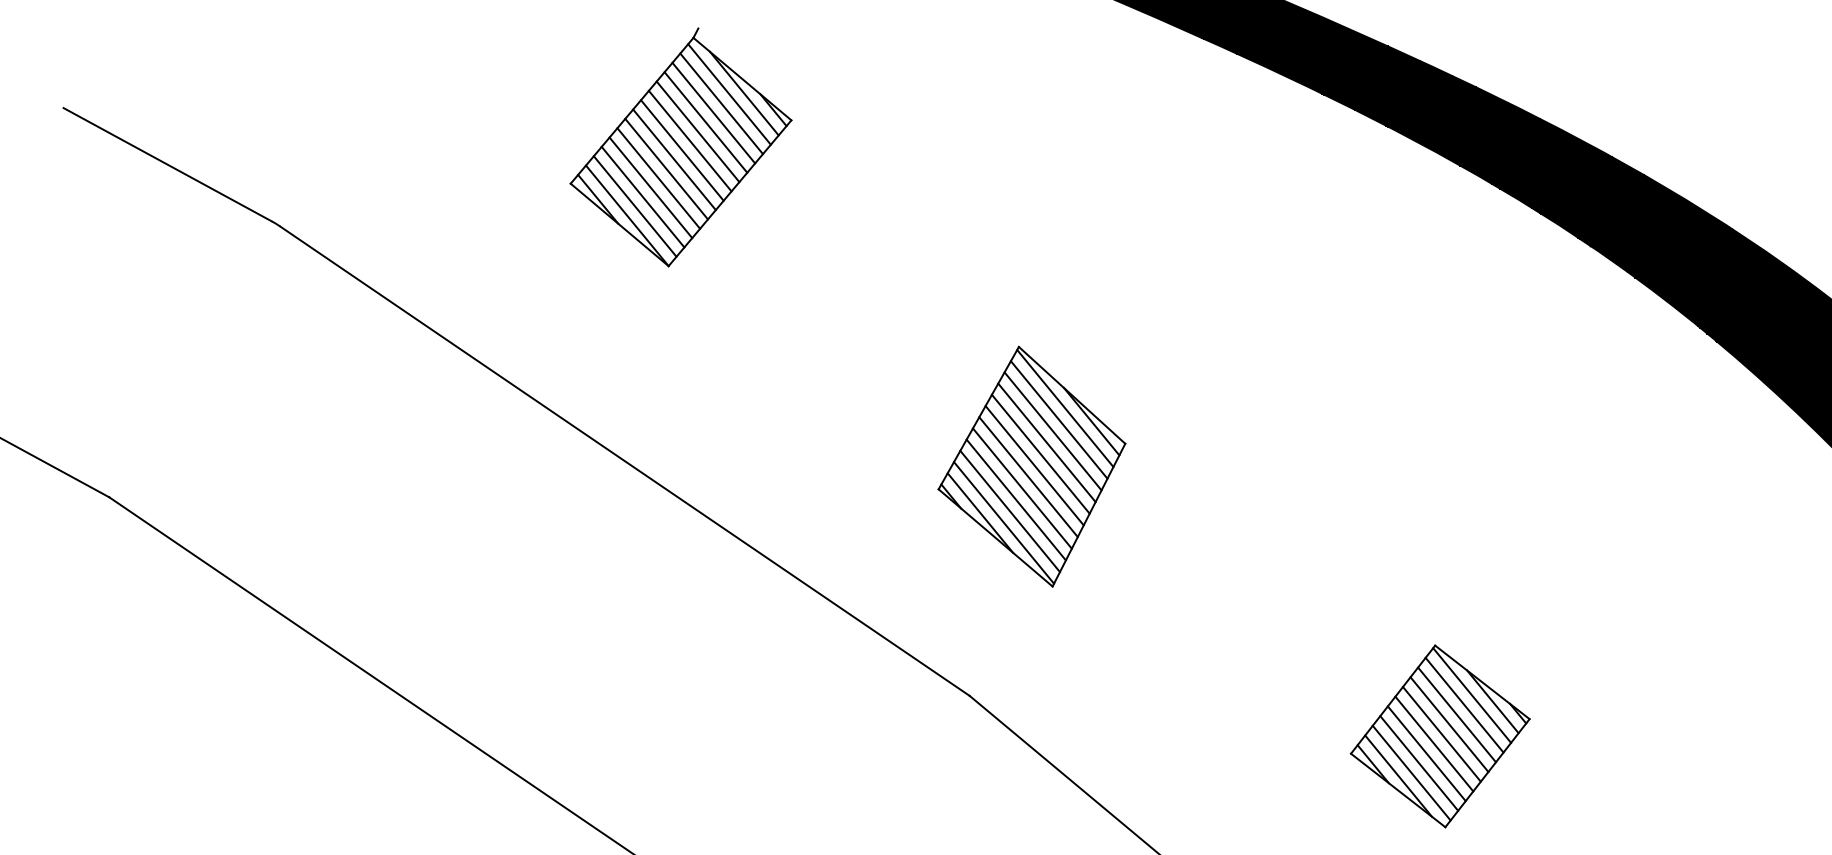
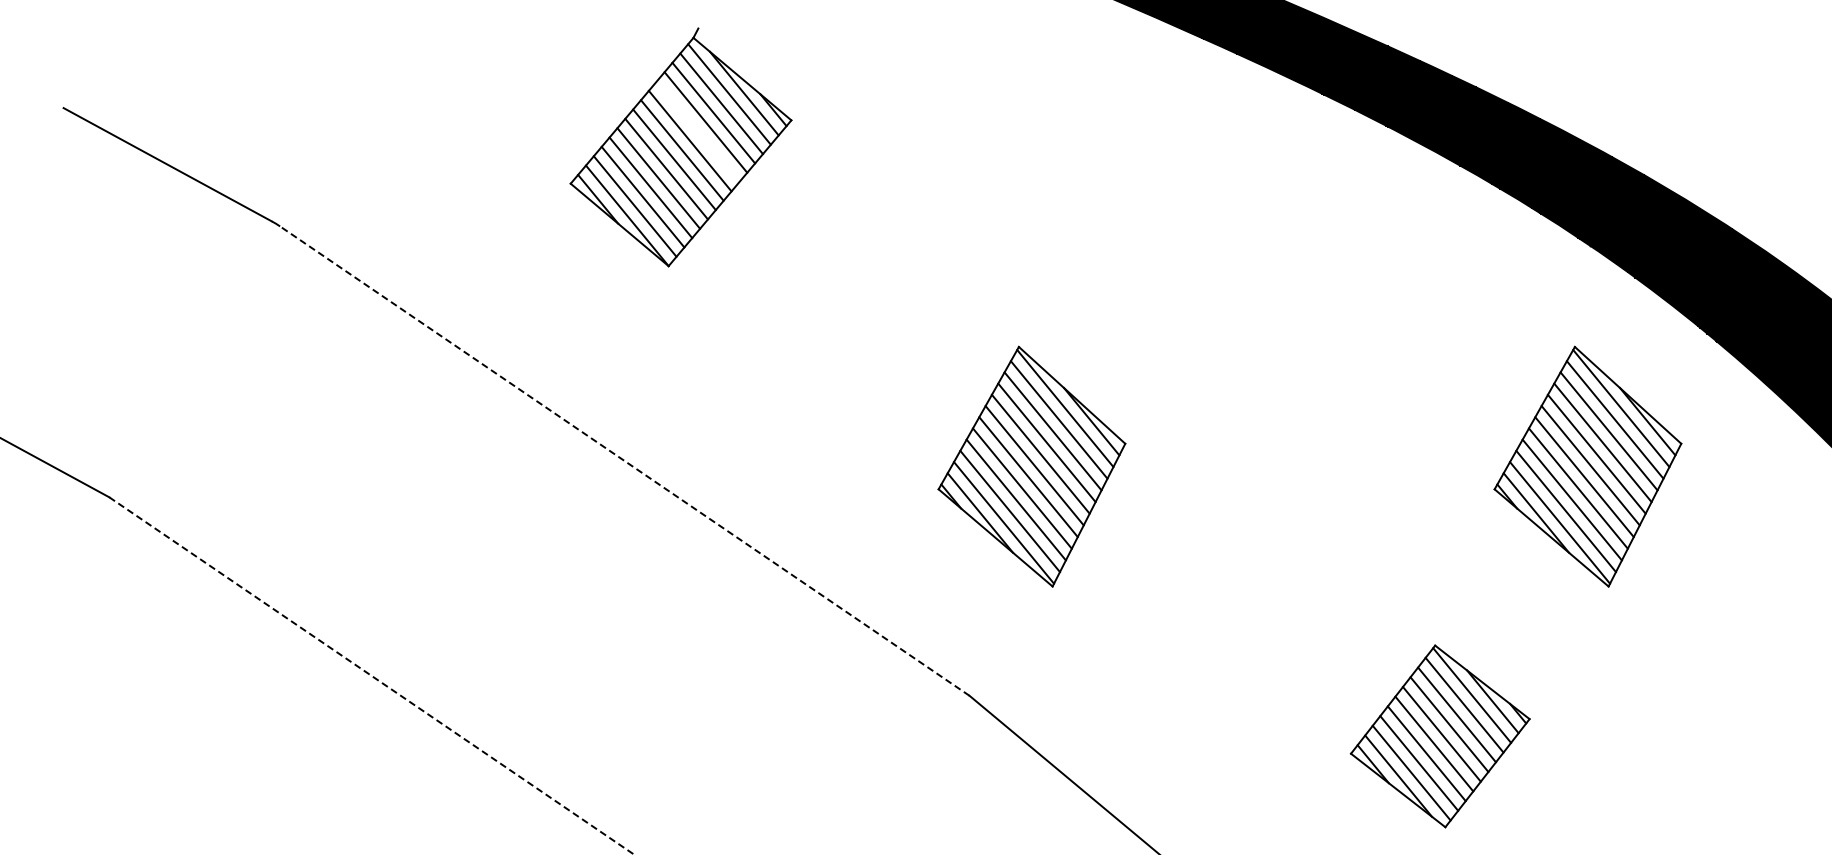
line at (697, 131): present -> none
line at (624, 460): solid -> dashed
part at (1587, 466): none -> present
line at (371, 676): solid -> dashed
